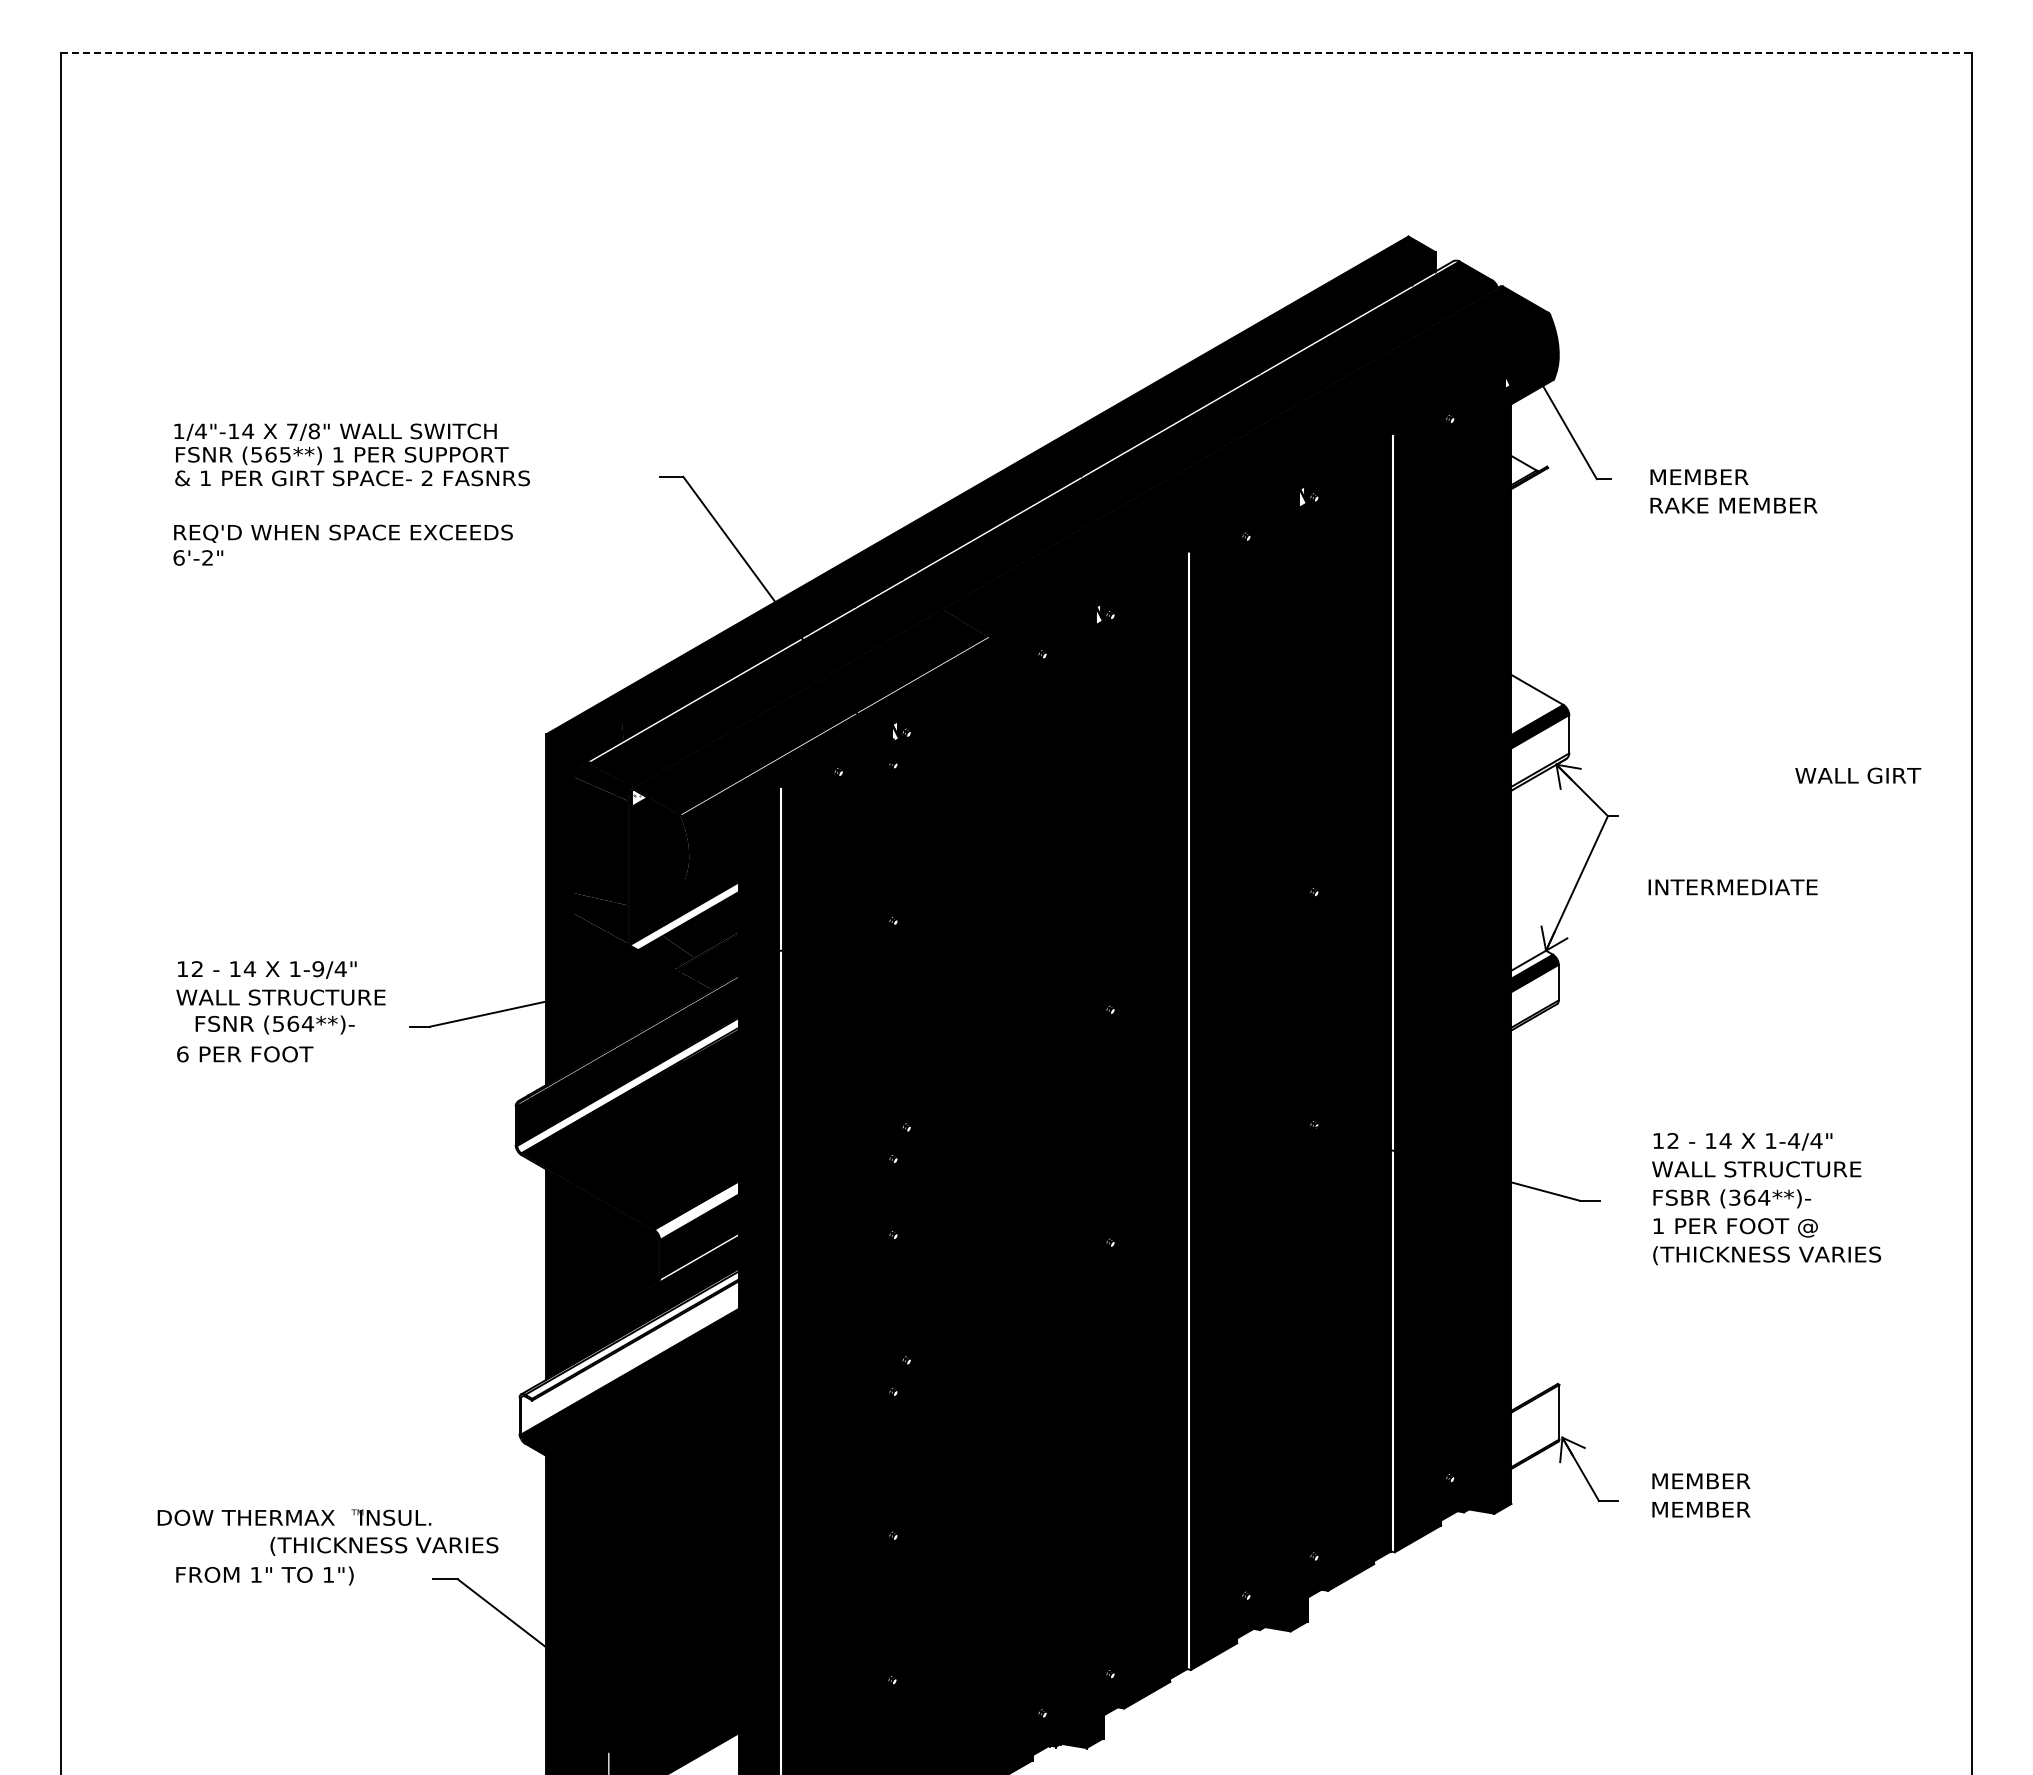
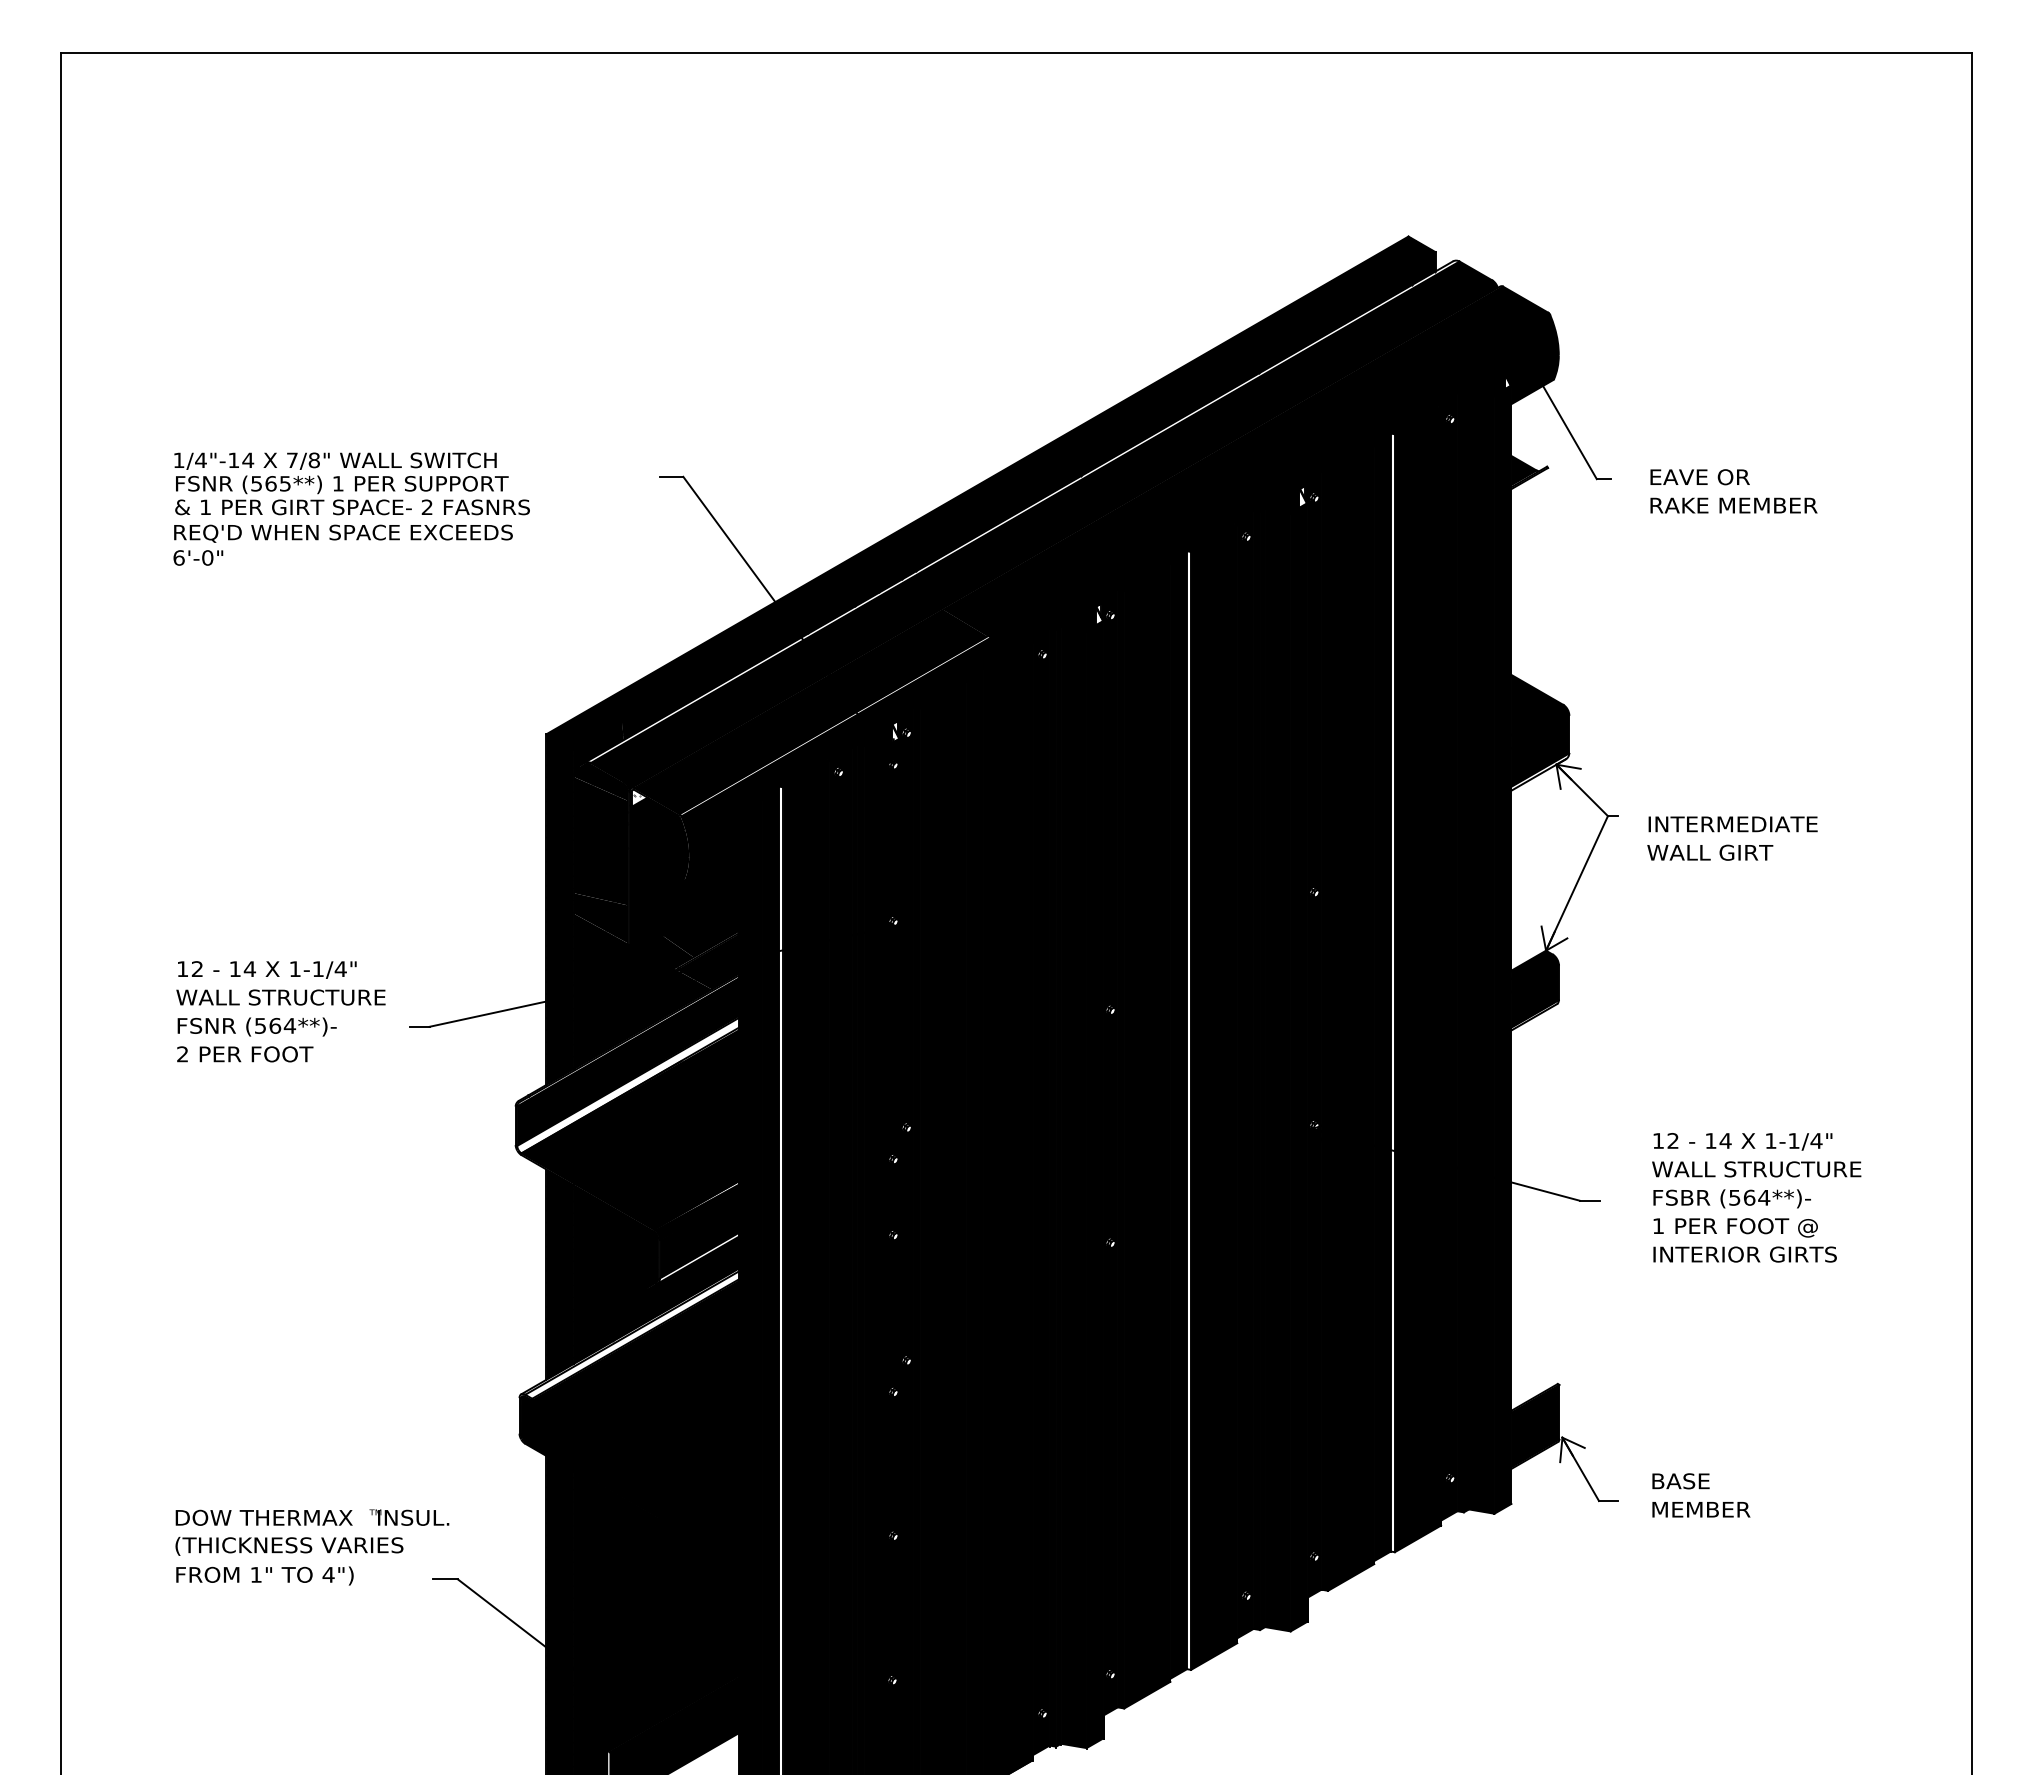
line at (1016, 53): dashed -> solid
text at (351, 454) position: (351, 454) -> (351, 483)
fill at (1523, 470): none -> present
text at (1700, 477): MEMBER -> EAVE OR
text at (207, 557): 6'-2" -> 6'-0"
fill at (1537, 704): none -> present
fill at (1540, 750): none -> present
text at (1858, 775) position: (1858, 775) -> (1710, 852)
text at (1732, 887) position: (1732, 887) -> (1732, 824)
fill at (684, 917): none -> present
fill at (1531, 964): none -> present
text at (318, 969): 1-9/4" -> 1-1/4"
fill at (1534, 995): none -> present
text at (274, 1024) position: (274, 1024) -> (256, 1026)
text at (182, 1054): 6 -> 2
text at (1793, 1140): 1-4/4" -> 1-1/4"
text at (1734, 1197): (364**)- -> (564**)-
fill at (696, 1211): none -> present
text at (1767, 1255): (THICKNESS VARIES -> INTERIOR GIRTS
fill at (630, 1357): none -> present
fill at (1535, 1425): none -> present
text at (1702, 1481): MEMBER -> BASE
text at (294, 1517) position: (294, 1517) -> (312, 1517)
text at (384, 1545) position: (384, 1545) -> (289, 1545)
text at (328, 1574): 1") -> 4")
